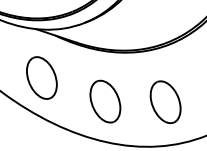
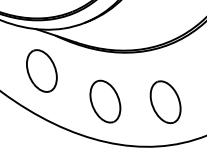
part at (41, 77) position: (41, 77) -> (41, 70)
